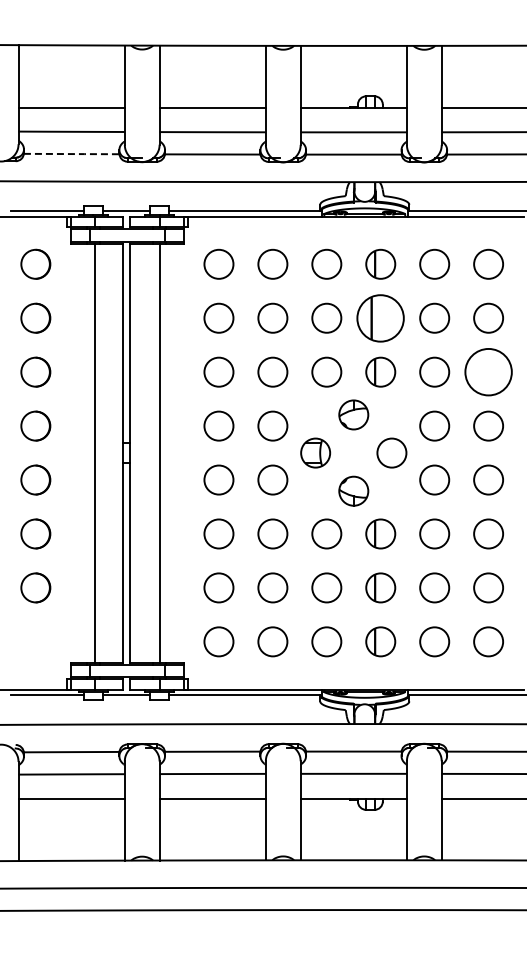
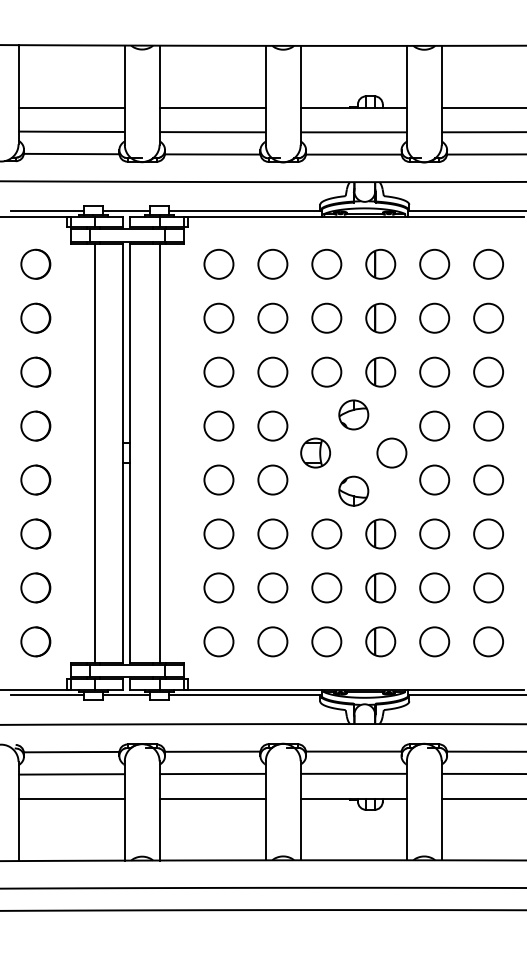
line at (72, 154): dashed -> solid
part at (380, 318) size: 49x49 px -> 32x32 px
circle at (488, 371) diameter: 46 px -> 29 px
circle at (35, 641): none -> present
